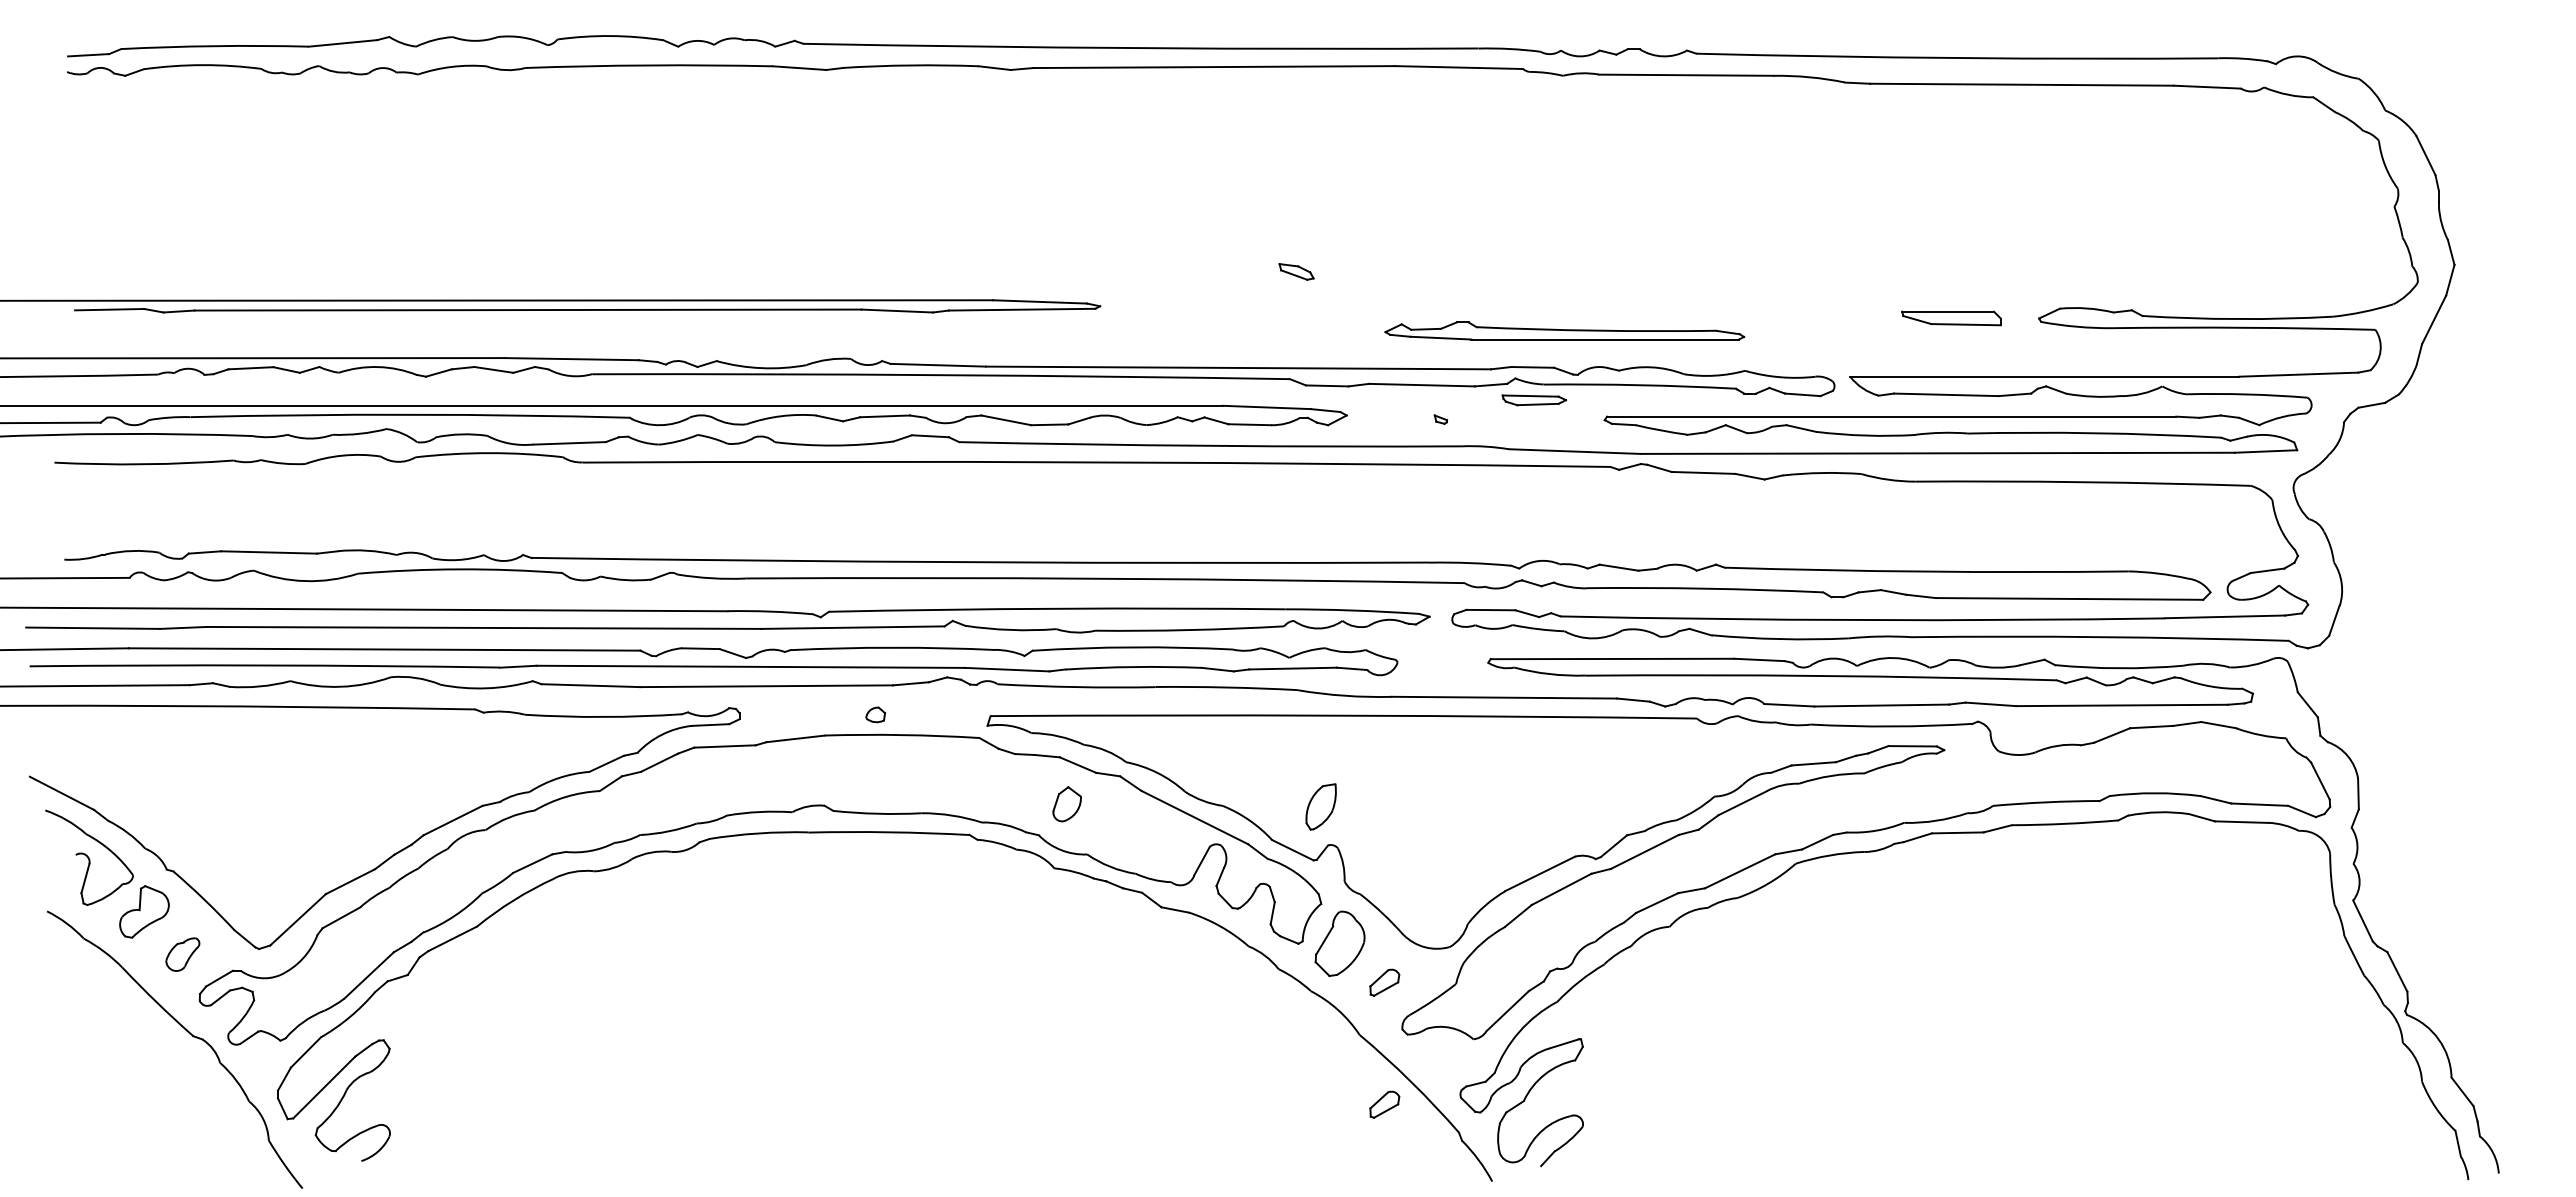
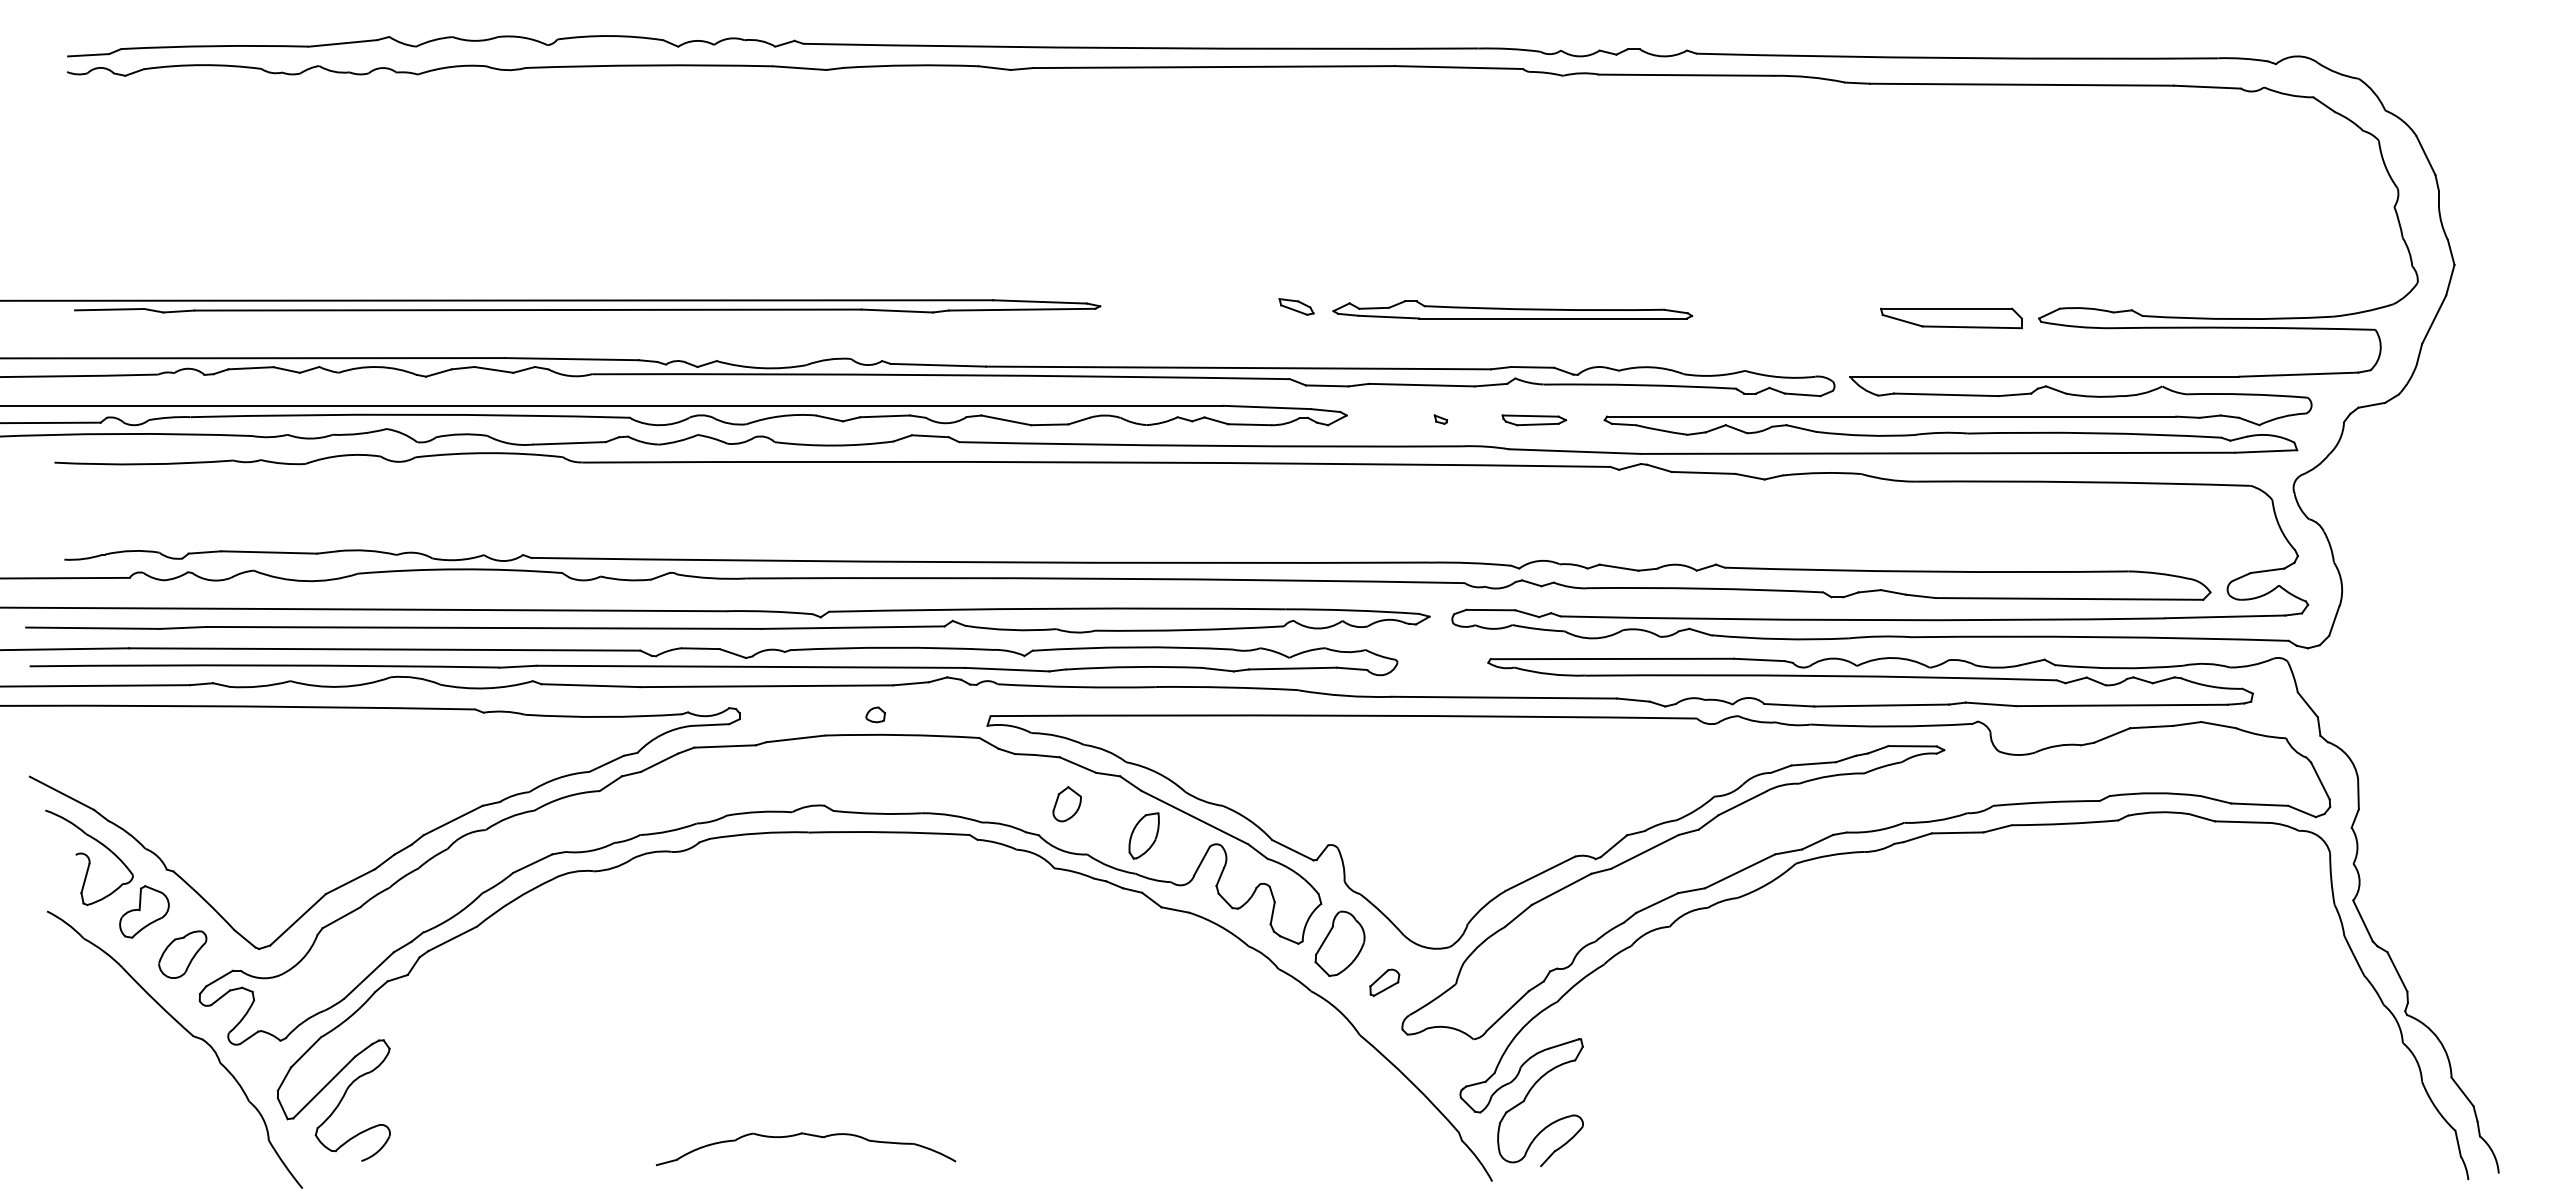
part at (1296, 271) position: (1296, 271) -> (1296, 306)
part at (1951, 318) size: 101x17 px -> 143x23 px
part at (1564, 330) position: (1564, 330) -> (1512, 309)
part at (1533, 400) position: (1533, 400) -> (1533, 420)
part at (1320, 806) position: (1320, 806) -> (1143, 835)
part at (182, 954) size: 36x35 px -> 50x49 px
part at (1384, 1104): present -> none
part at (806, 1135): none -> present
